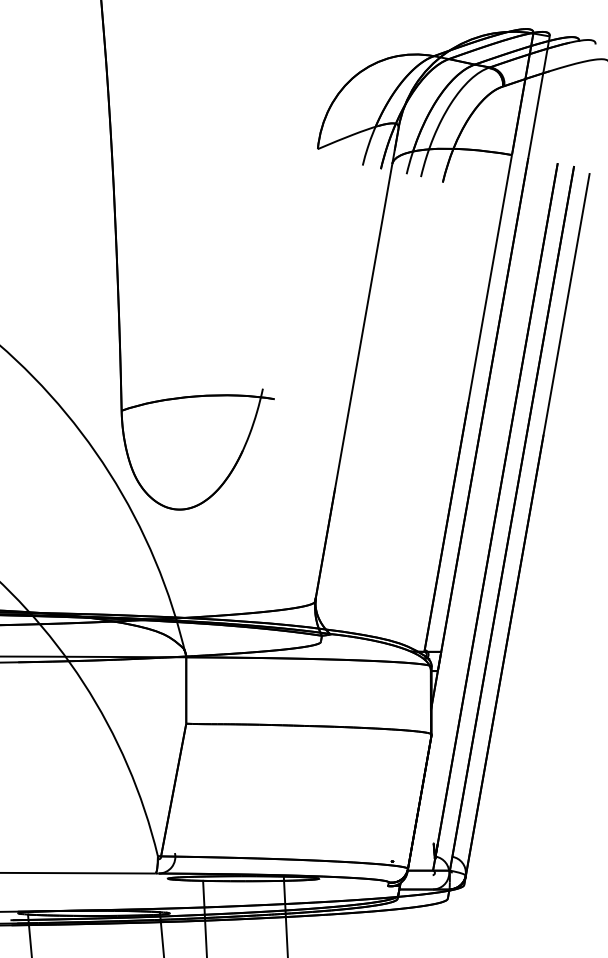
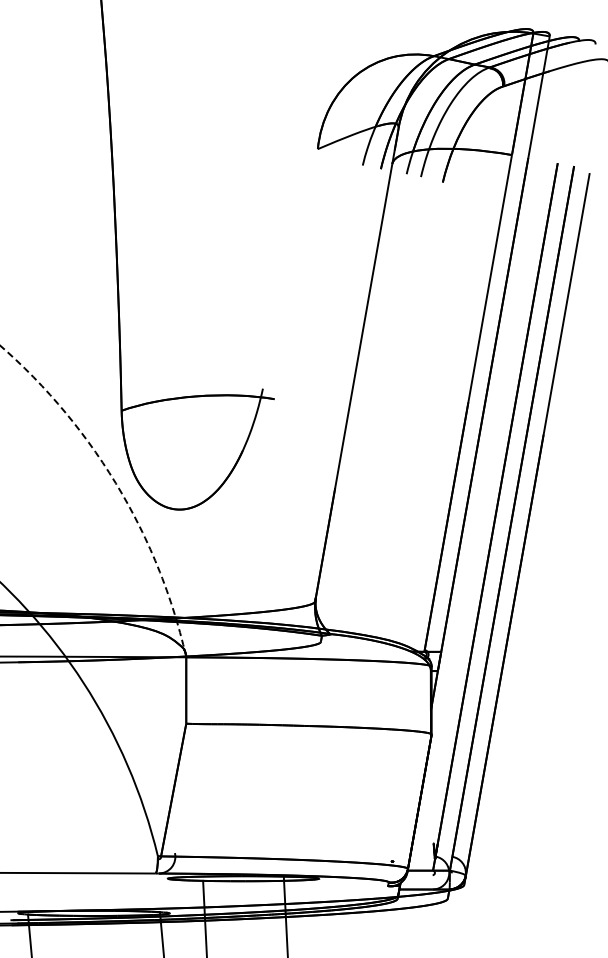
arc at (119, 488): solid -> dashed
